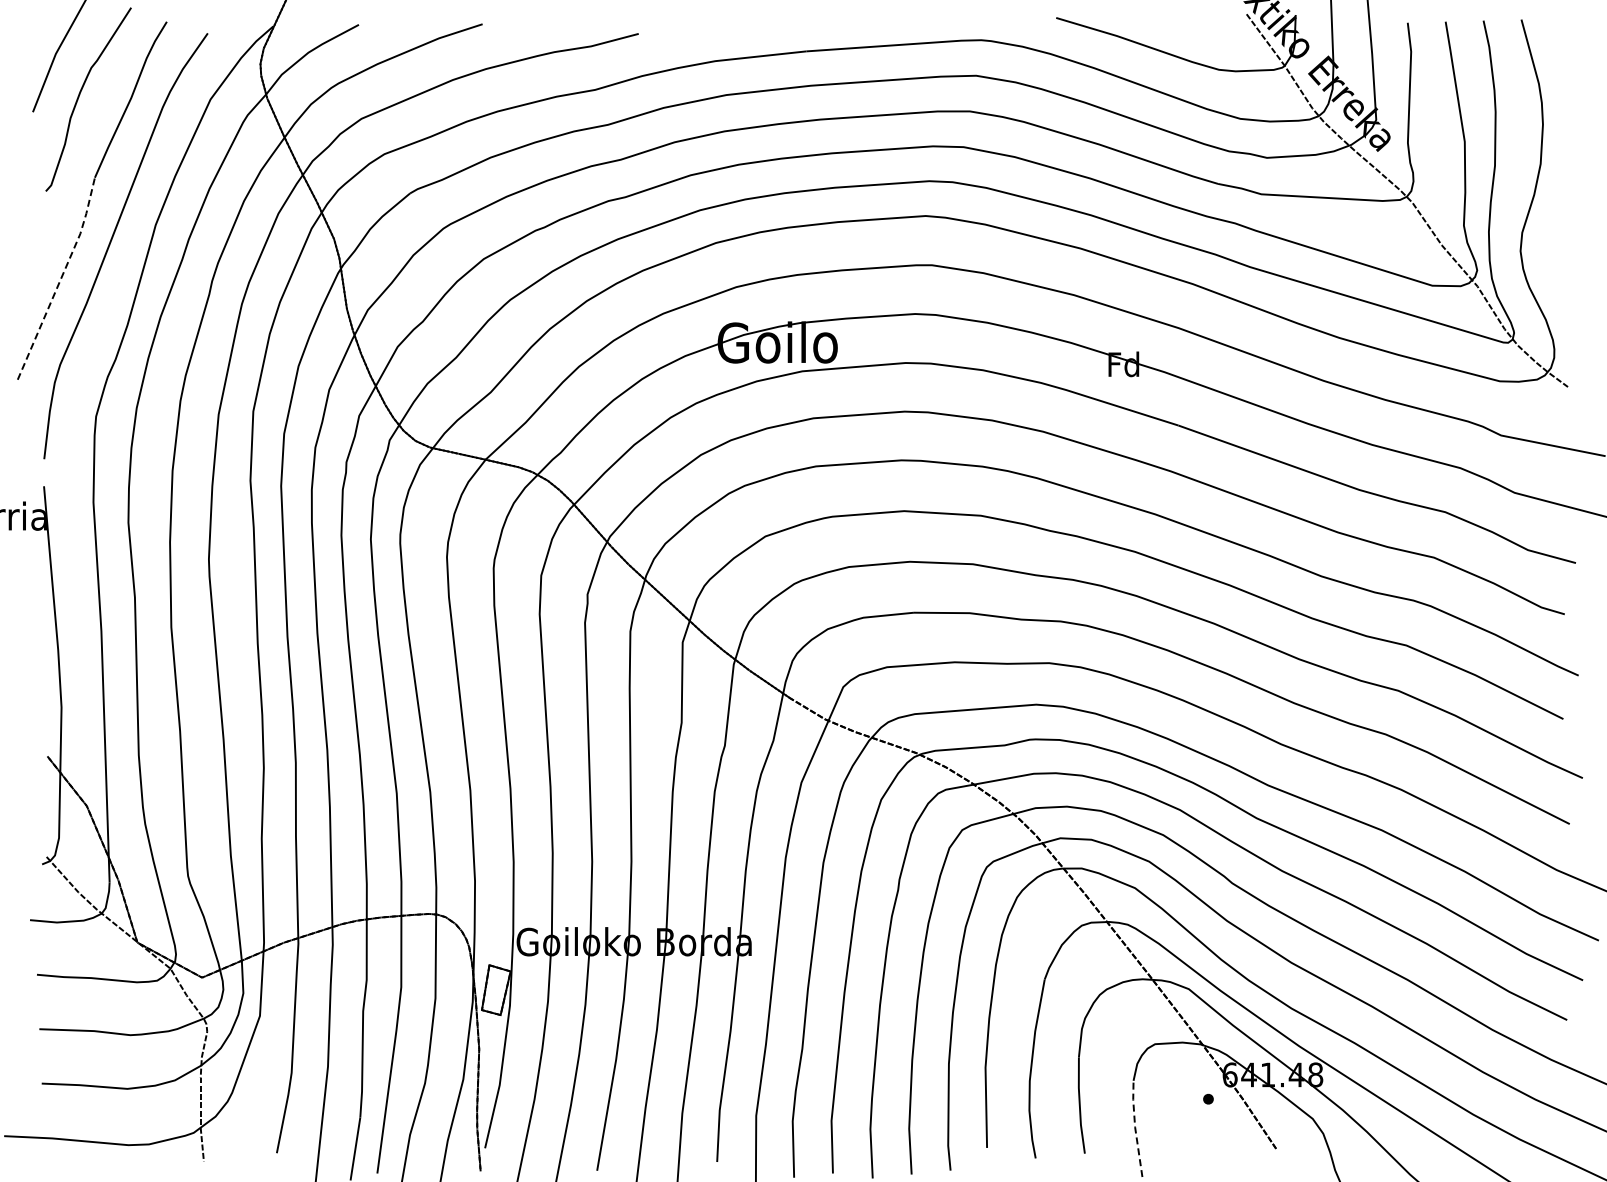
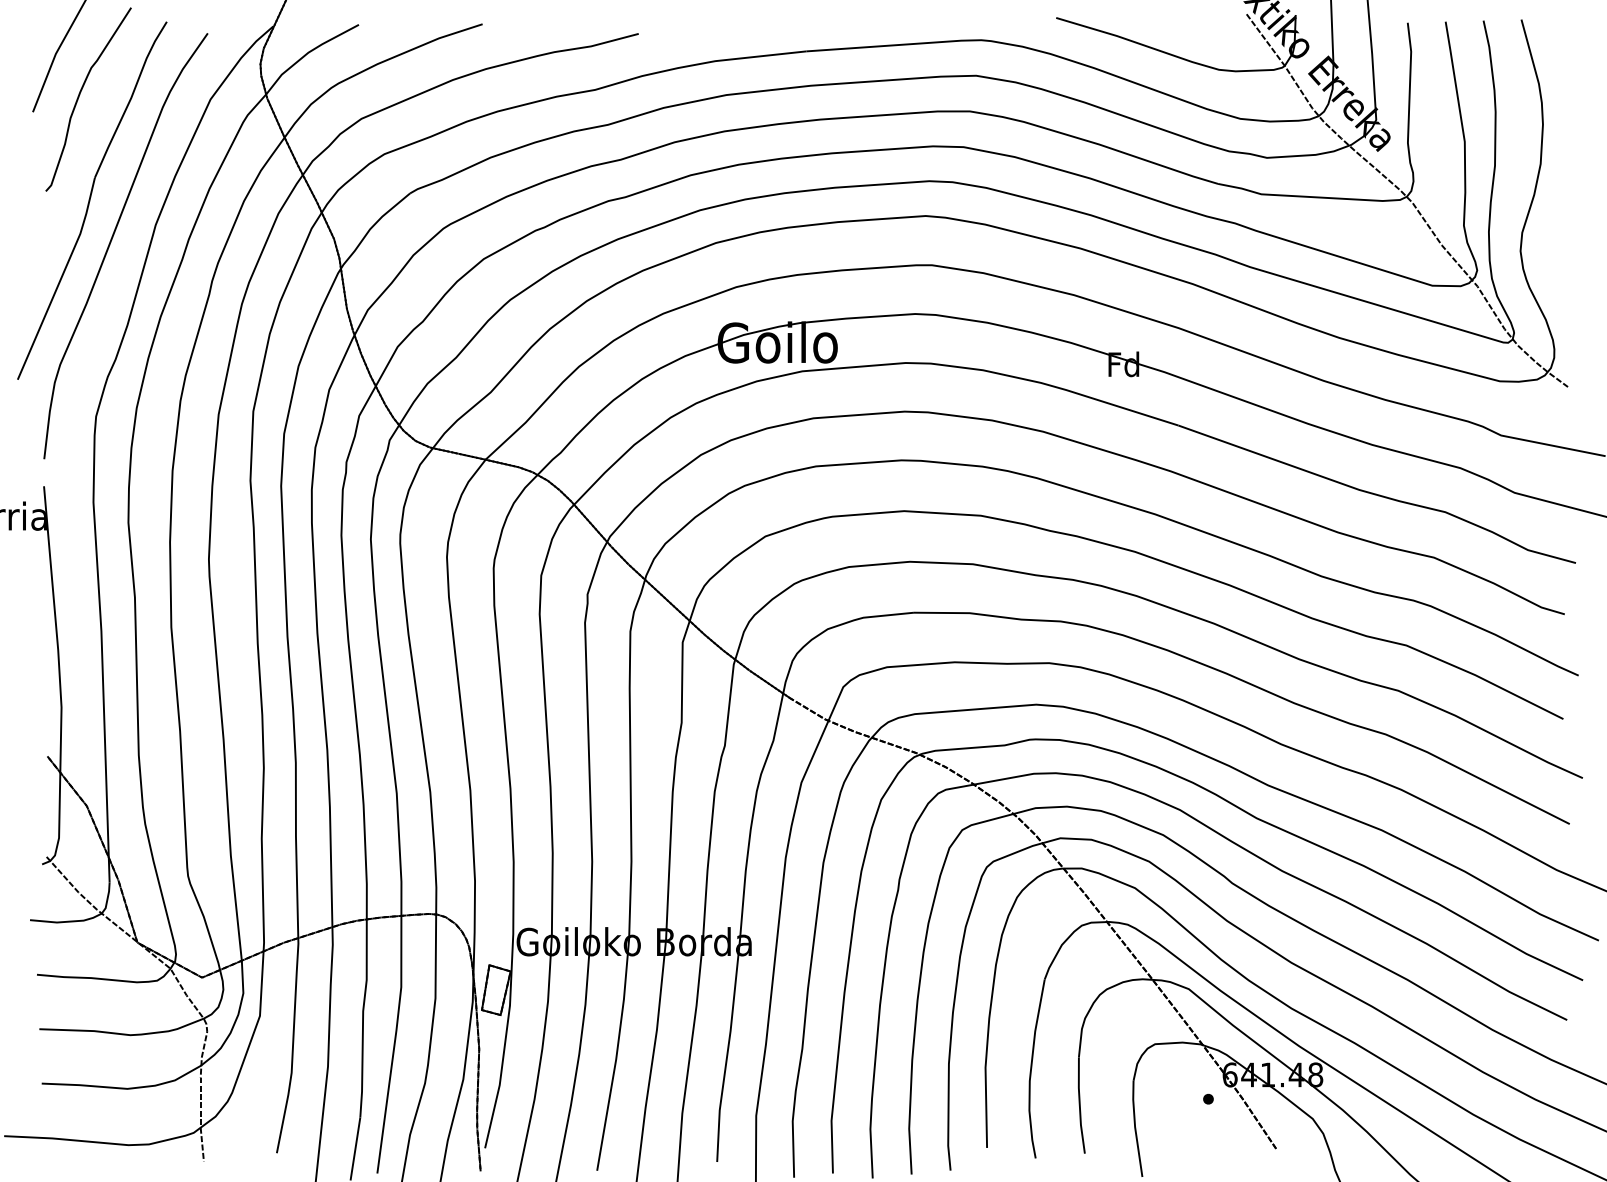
line at (61, 278): dashed -> solid
line at (1135, 1128): dashed -> solid
